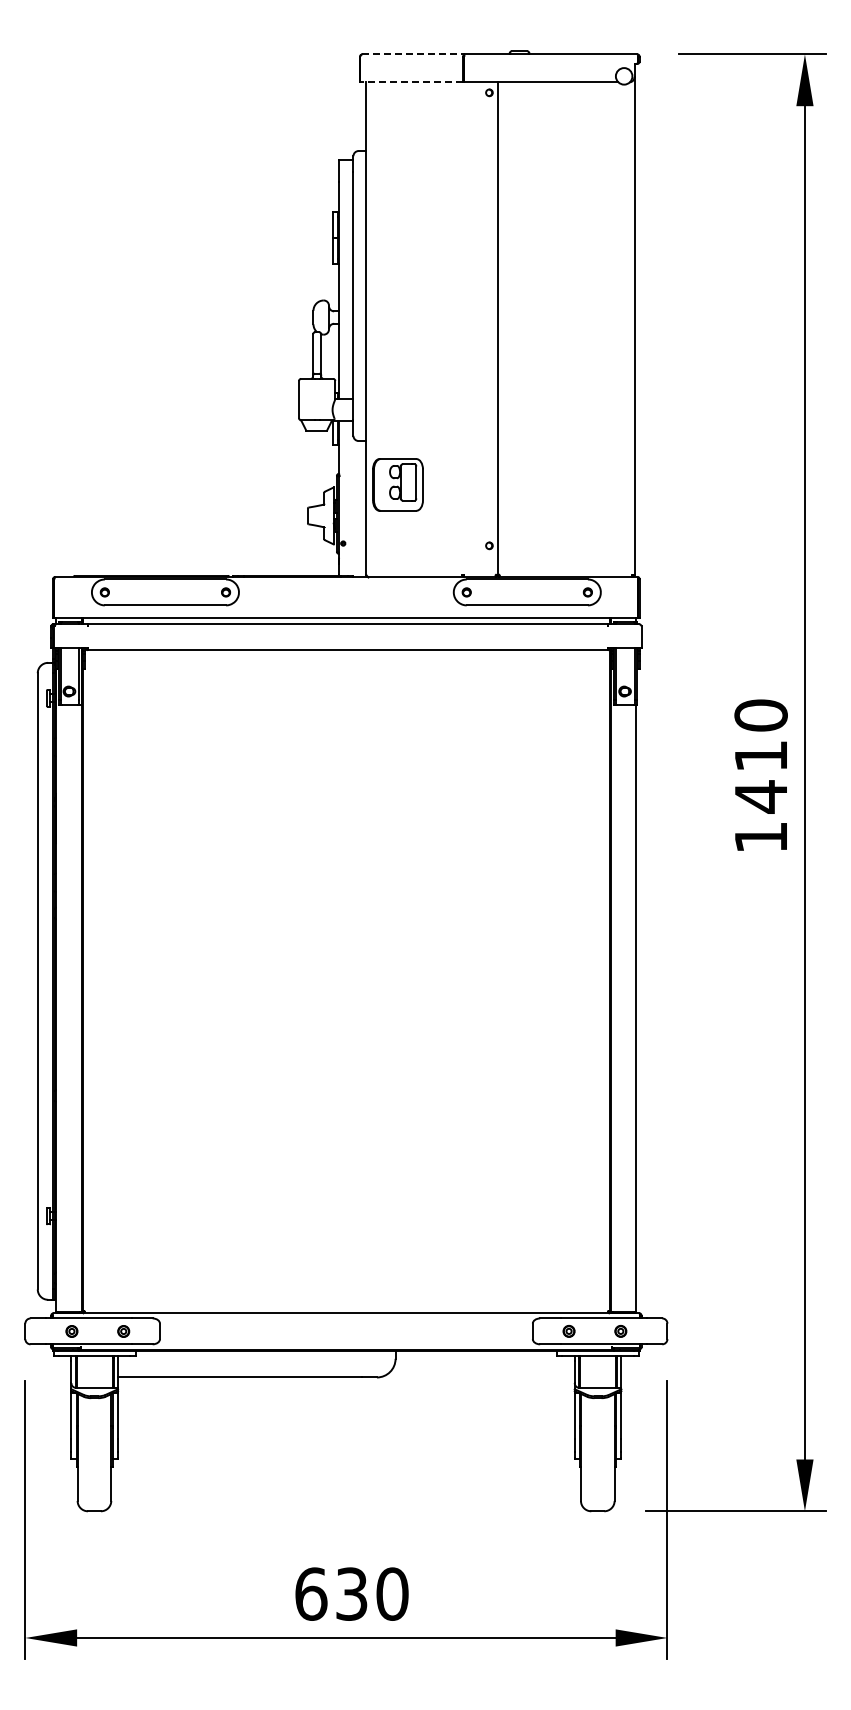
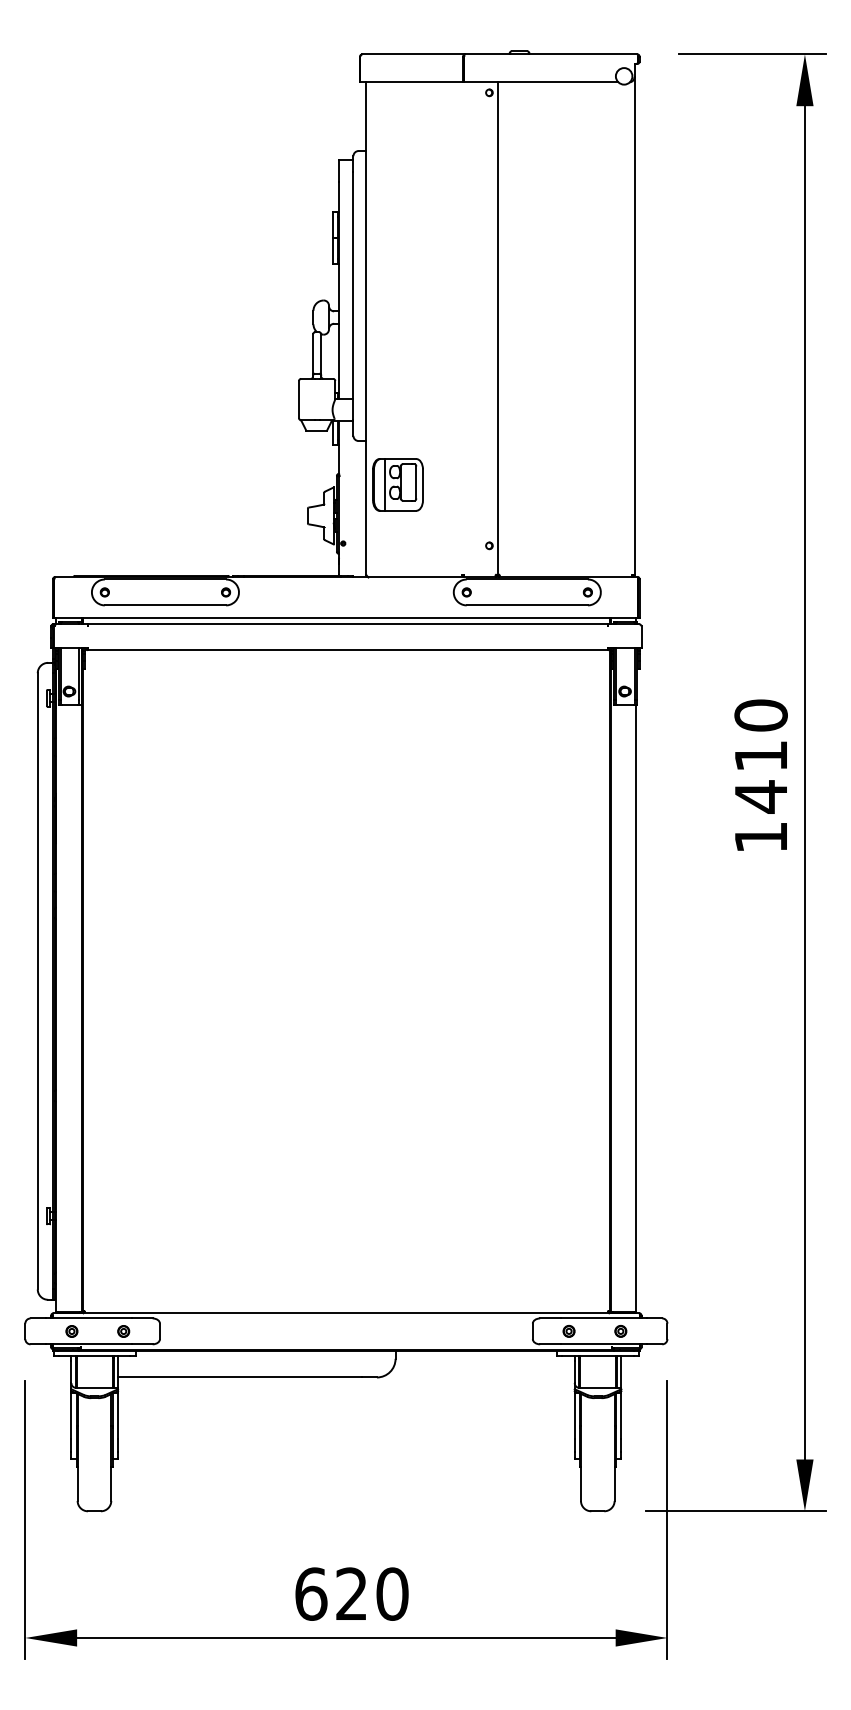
line at (414, 54): dashed -> solid
line at (411, 82): dashed -> solid
line at (384, 484): none -> present
text at (351, 1593): 630 -> 620
